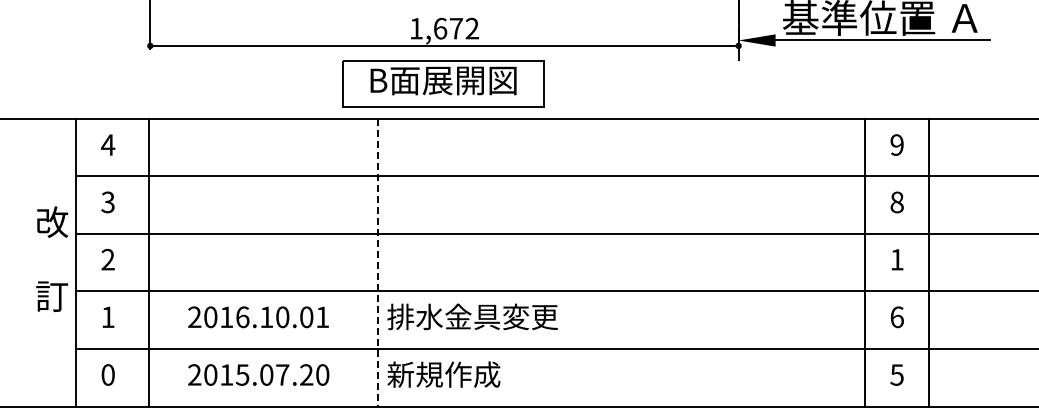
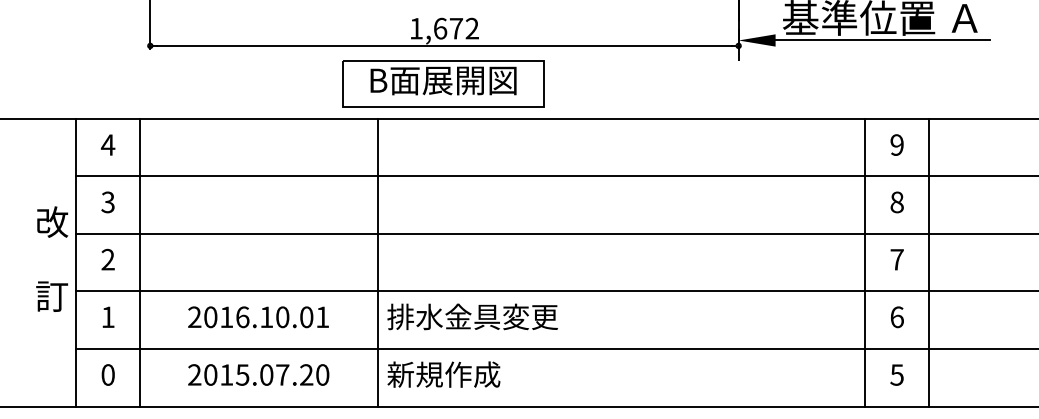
text at (896, 259): 1 -> 7
line at (149, 262) position: (149, 262) -> (140, 262)
line at (377, 262): dashed -> solid
